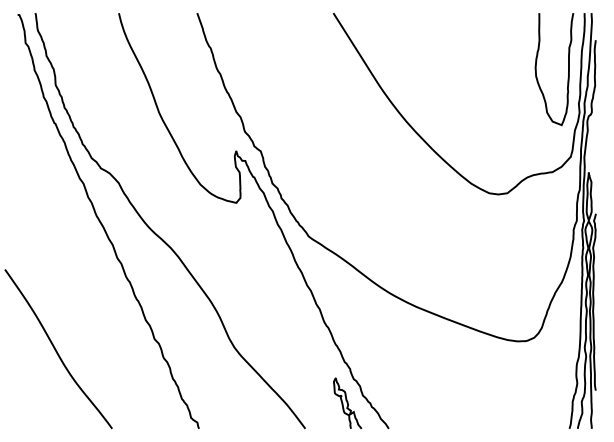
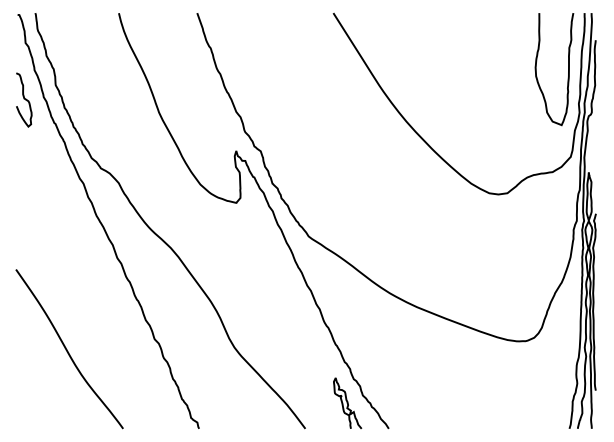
curve at (24, 99): none -> present
curve at (56, 349) position: (56, 349) -> (67, 349)
